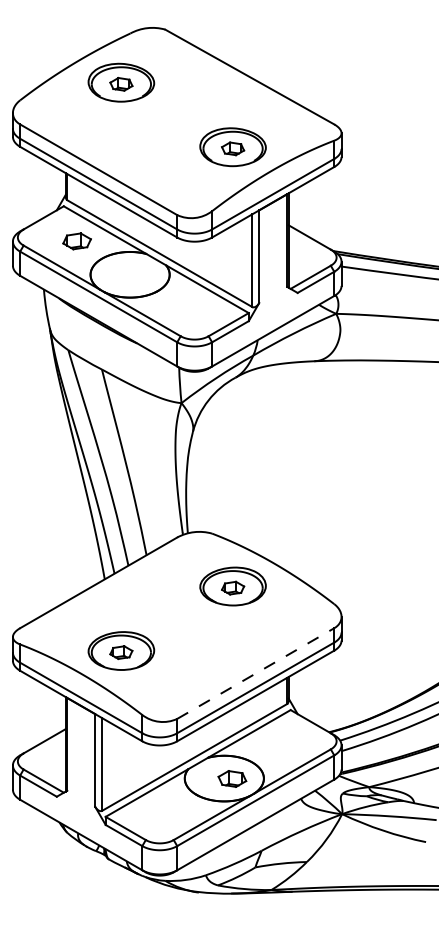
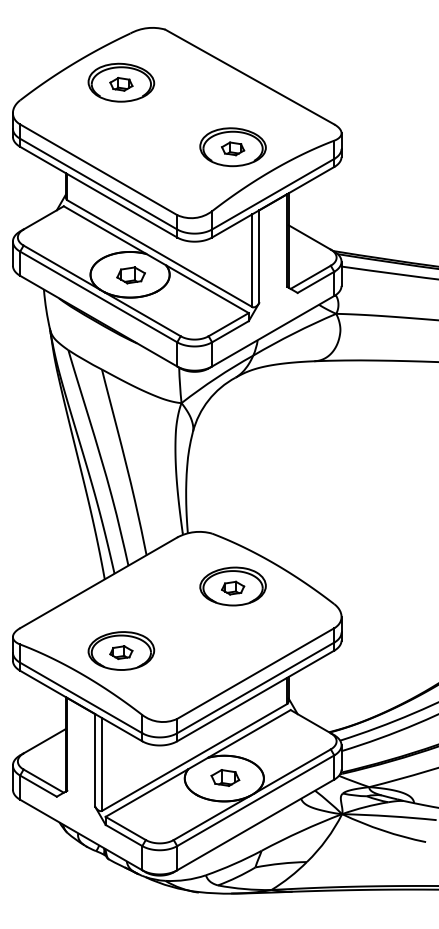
part at (76, 241) position: (76, 241) -> (130, 275)
line at (255, 673): dashed -> solid
part at (232, 778) position: (232, 778) -> (225, 777)
